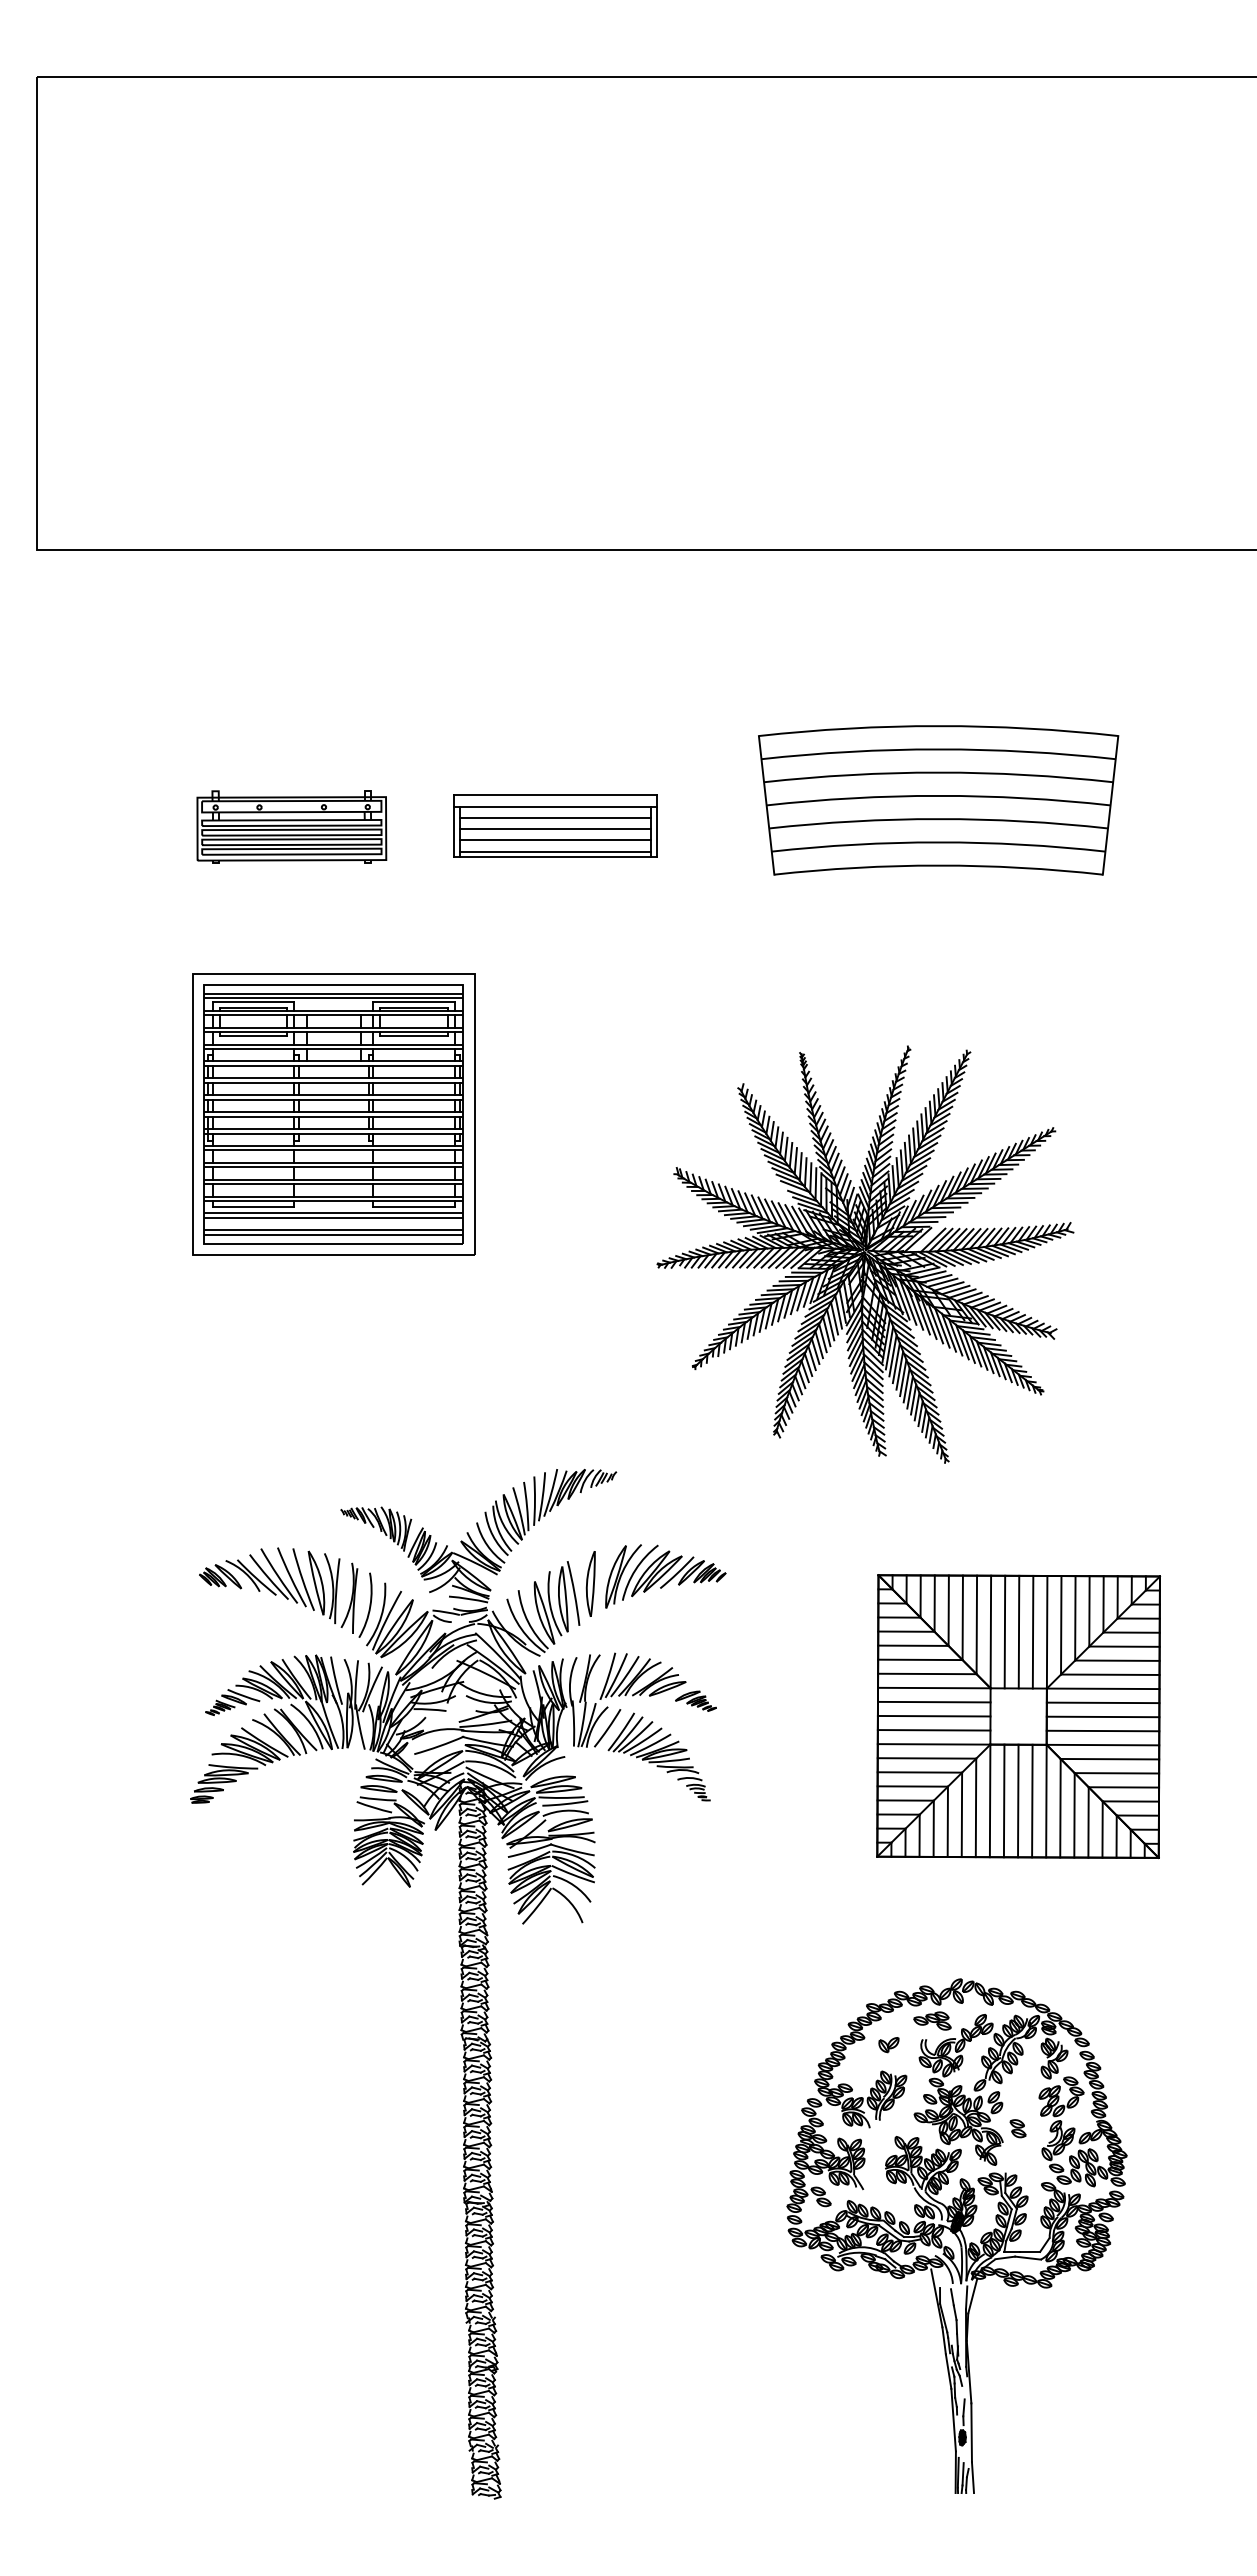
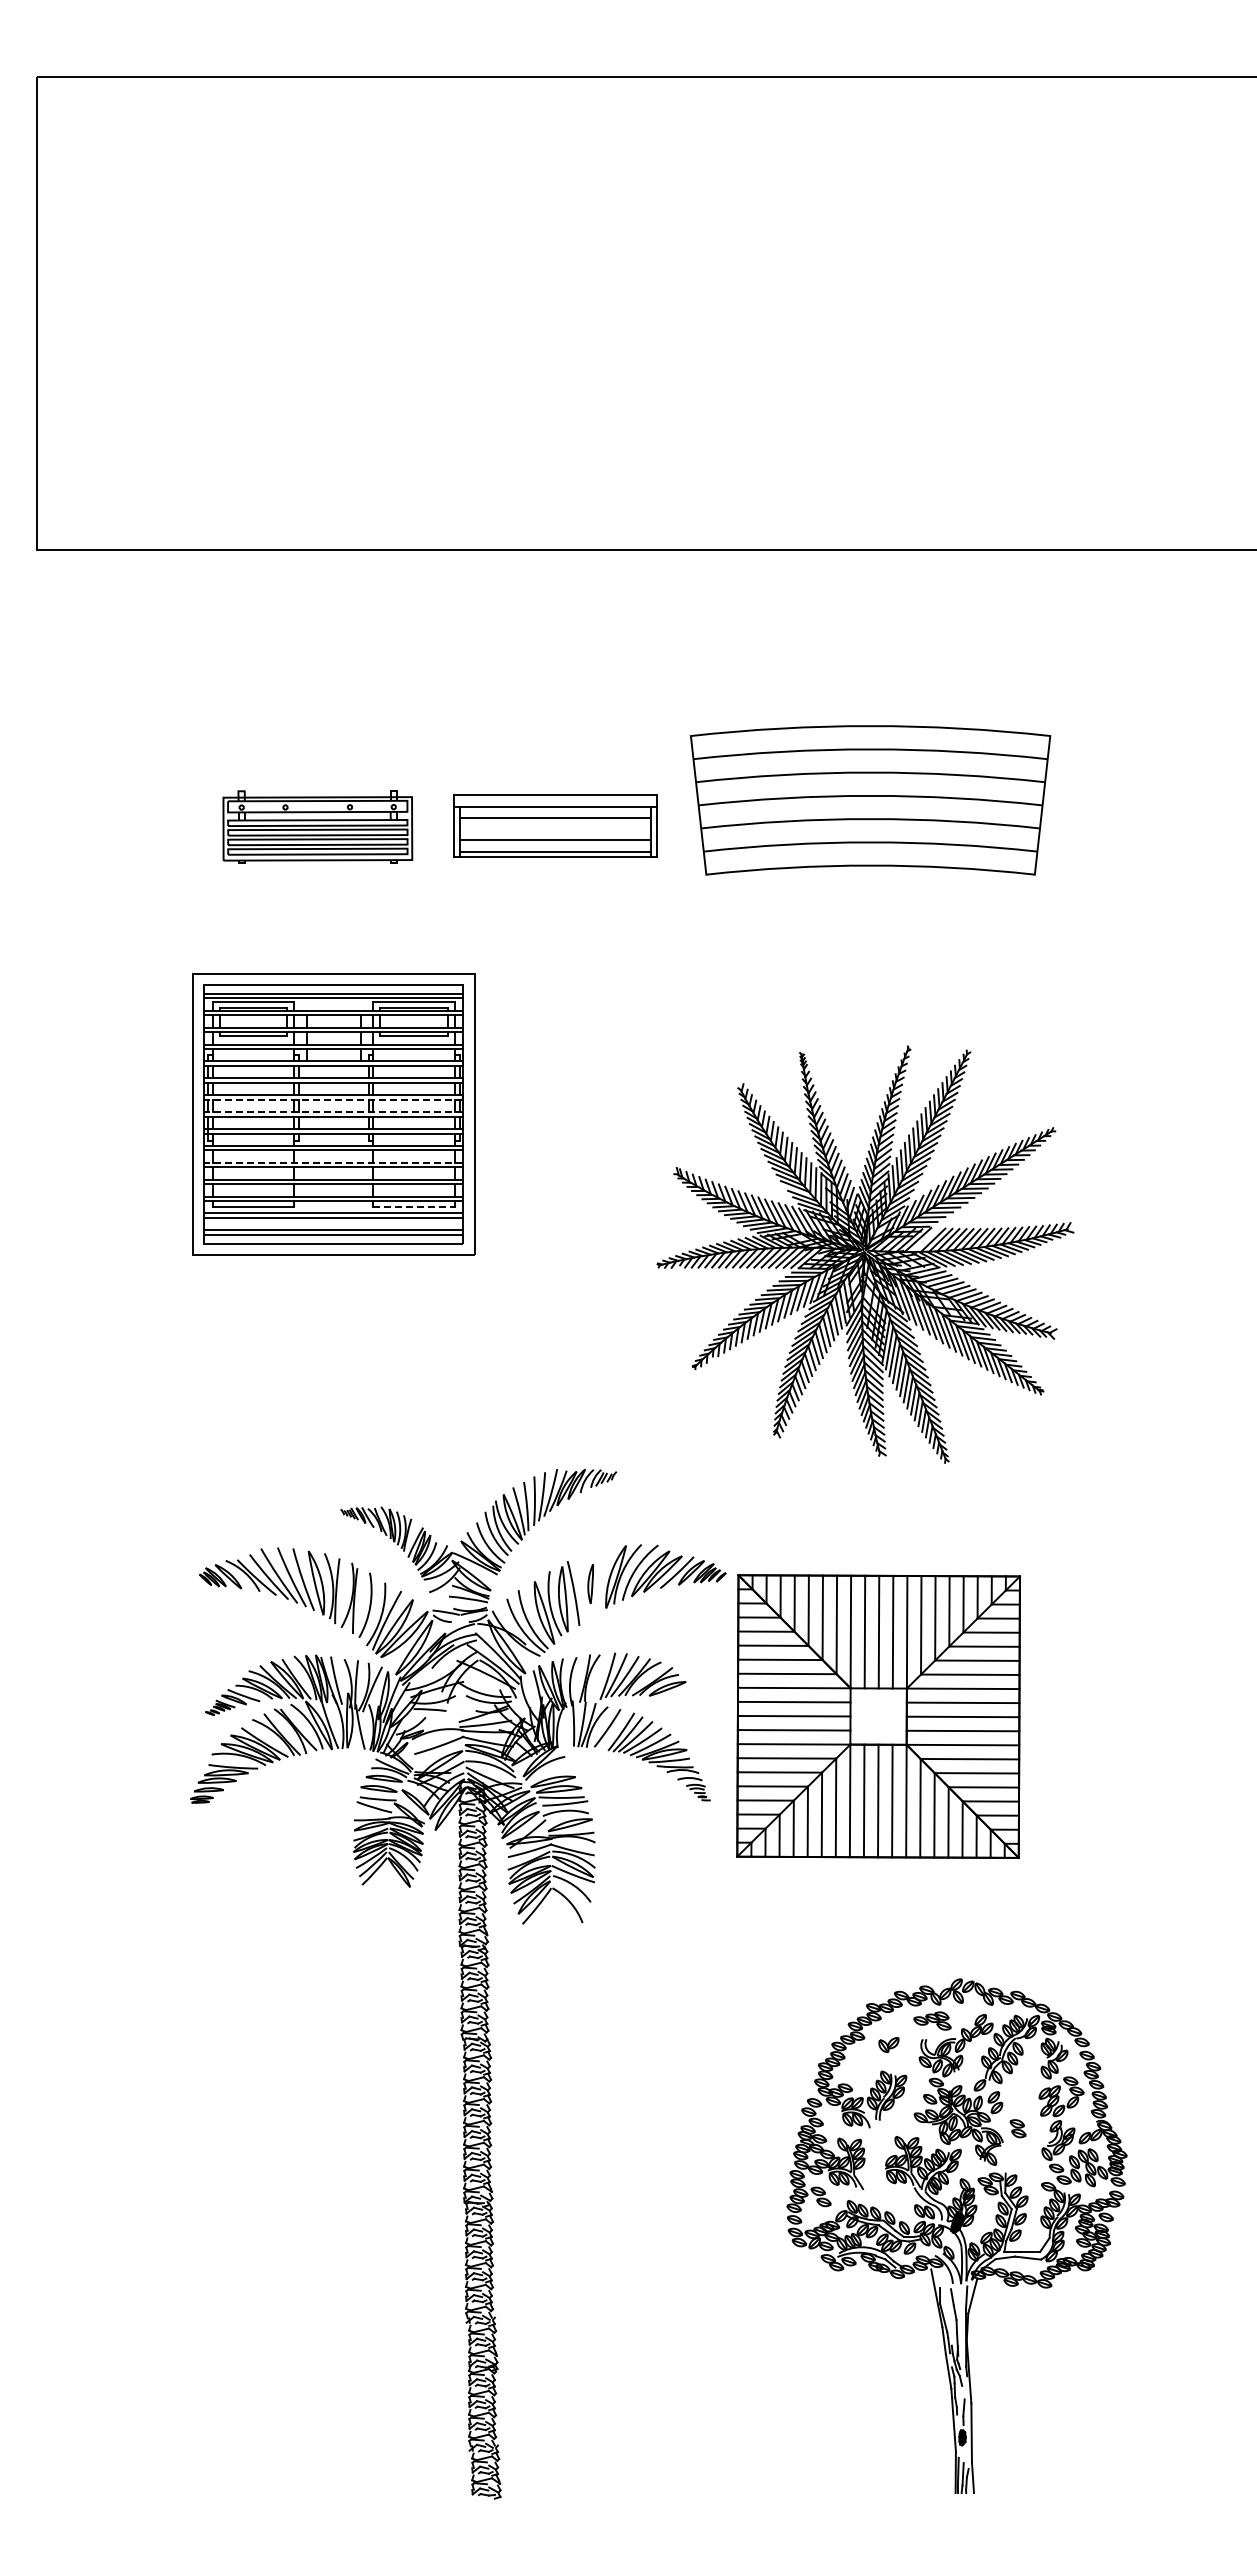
part at (938, 800) position: (938, 800) -> (870, 800)
part at (291, 826) position: (291, 826) -> (317, 826)
line at (555, 829): present -> none
line at (333, 1099): solid -> dashed
line at (333, 1112): solid -> dashed
line at (333, 1162): solid -> dashed
line at (414, 1207): solid -> dashed
part at (590, 1583) size: 11x66 px -> 7x40 px
part at (695, 1700): present -> none
part at (1018, 1716) position: (1018, 1716) -> (878, 1716)
